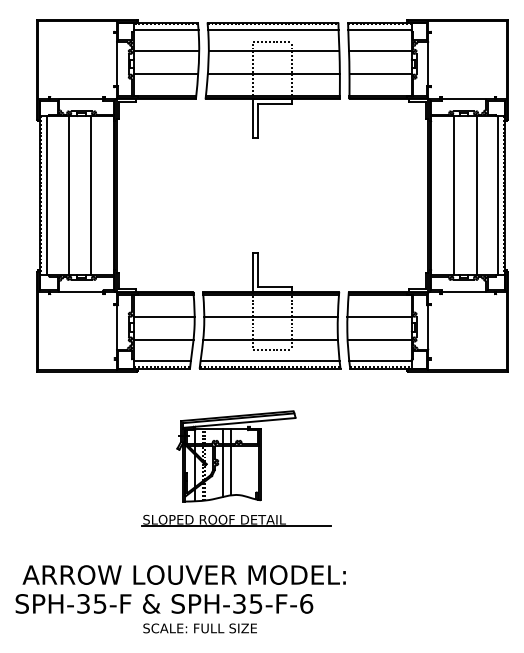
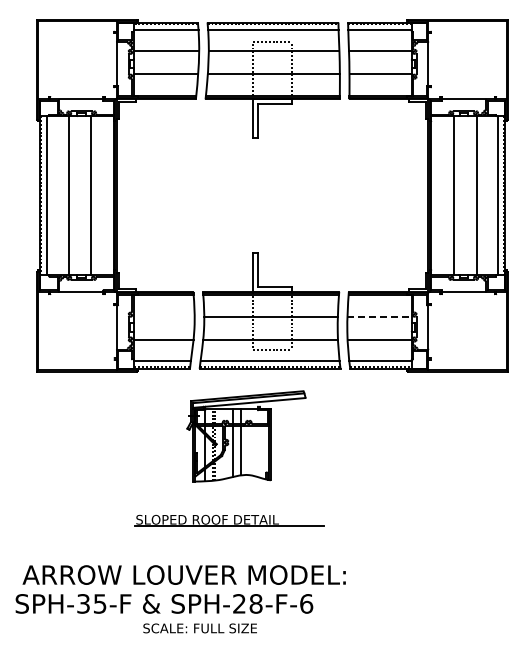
line at (163, 317): present -> none
line at (380, 317): solid -> dashed
part at (236, 456) position: (236, 456) -> (246, 436)
part at (236, 520) position: (236, 520) -> (229, 520)
text at (247, 603): SPH-35-F-6 -> SPH-28-F-6
